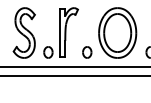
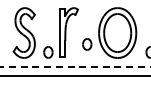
part at (87, 52) position: (87, 52) -> (87, 44)
line at (75, 66): solid -> dashed
